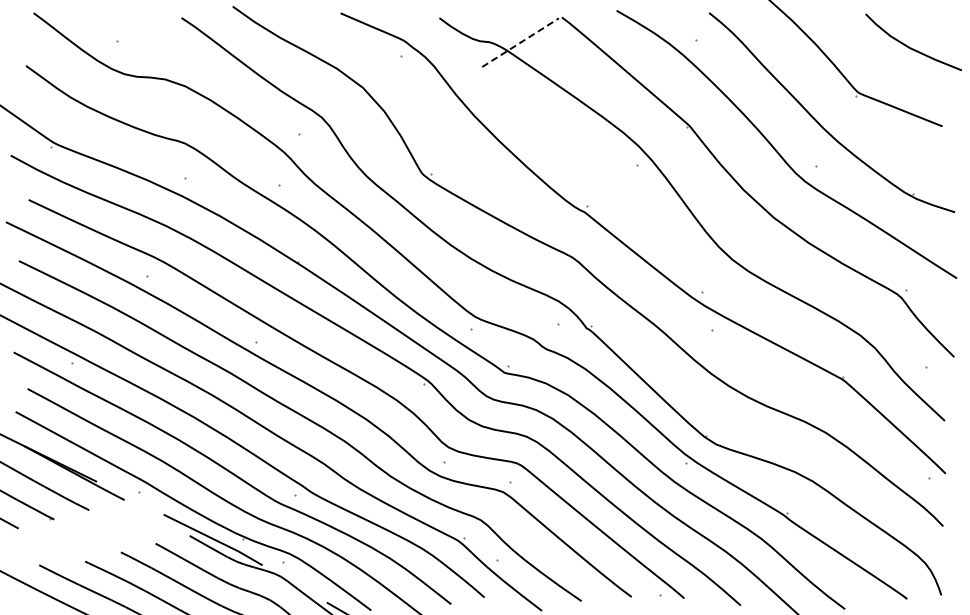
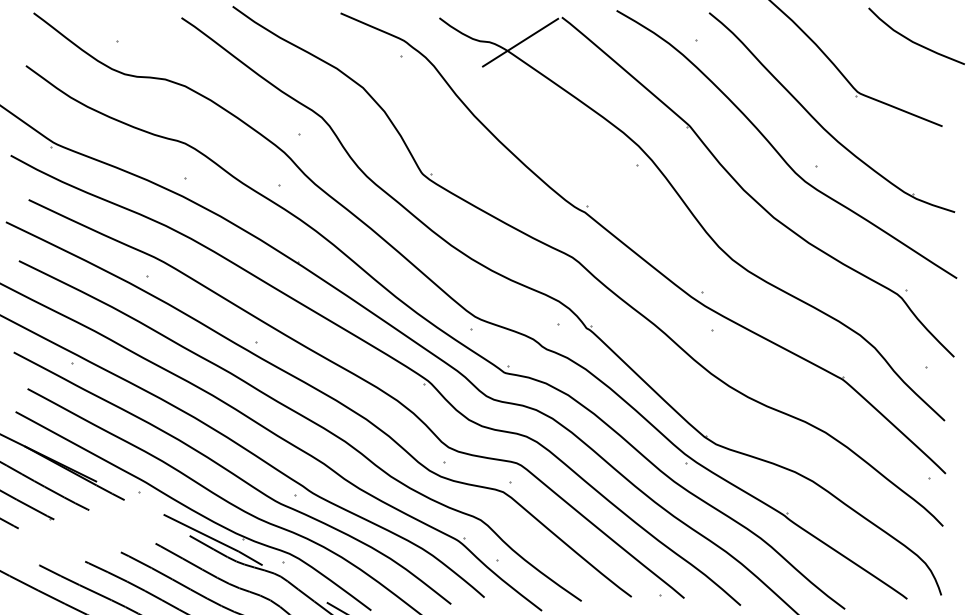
line at (520, 42): dashed -> solid
curve at (911, 47) position: (911, 47) -> (914, 41)
